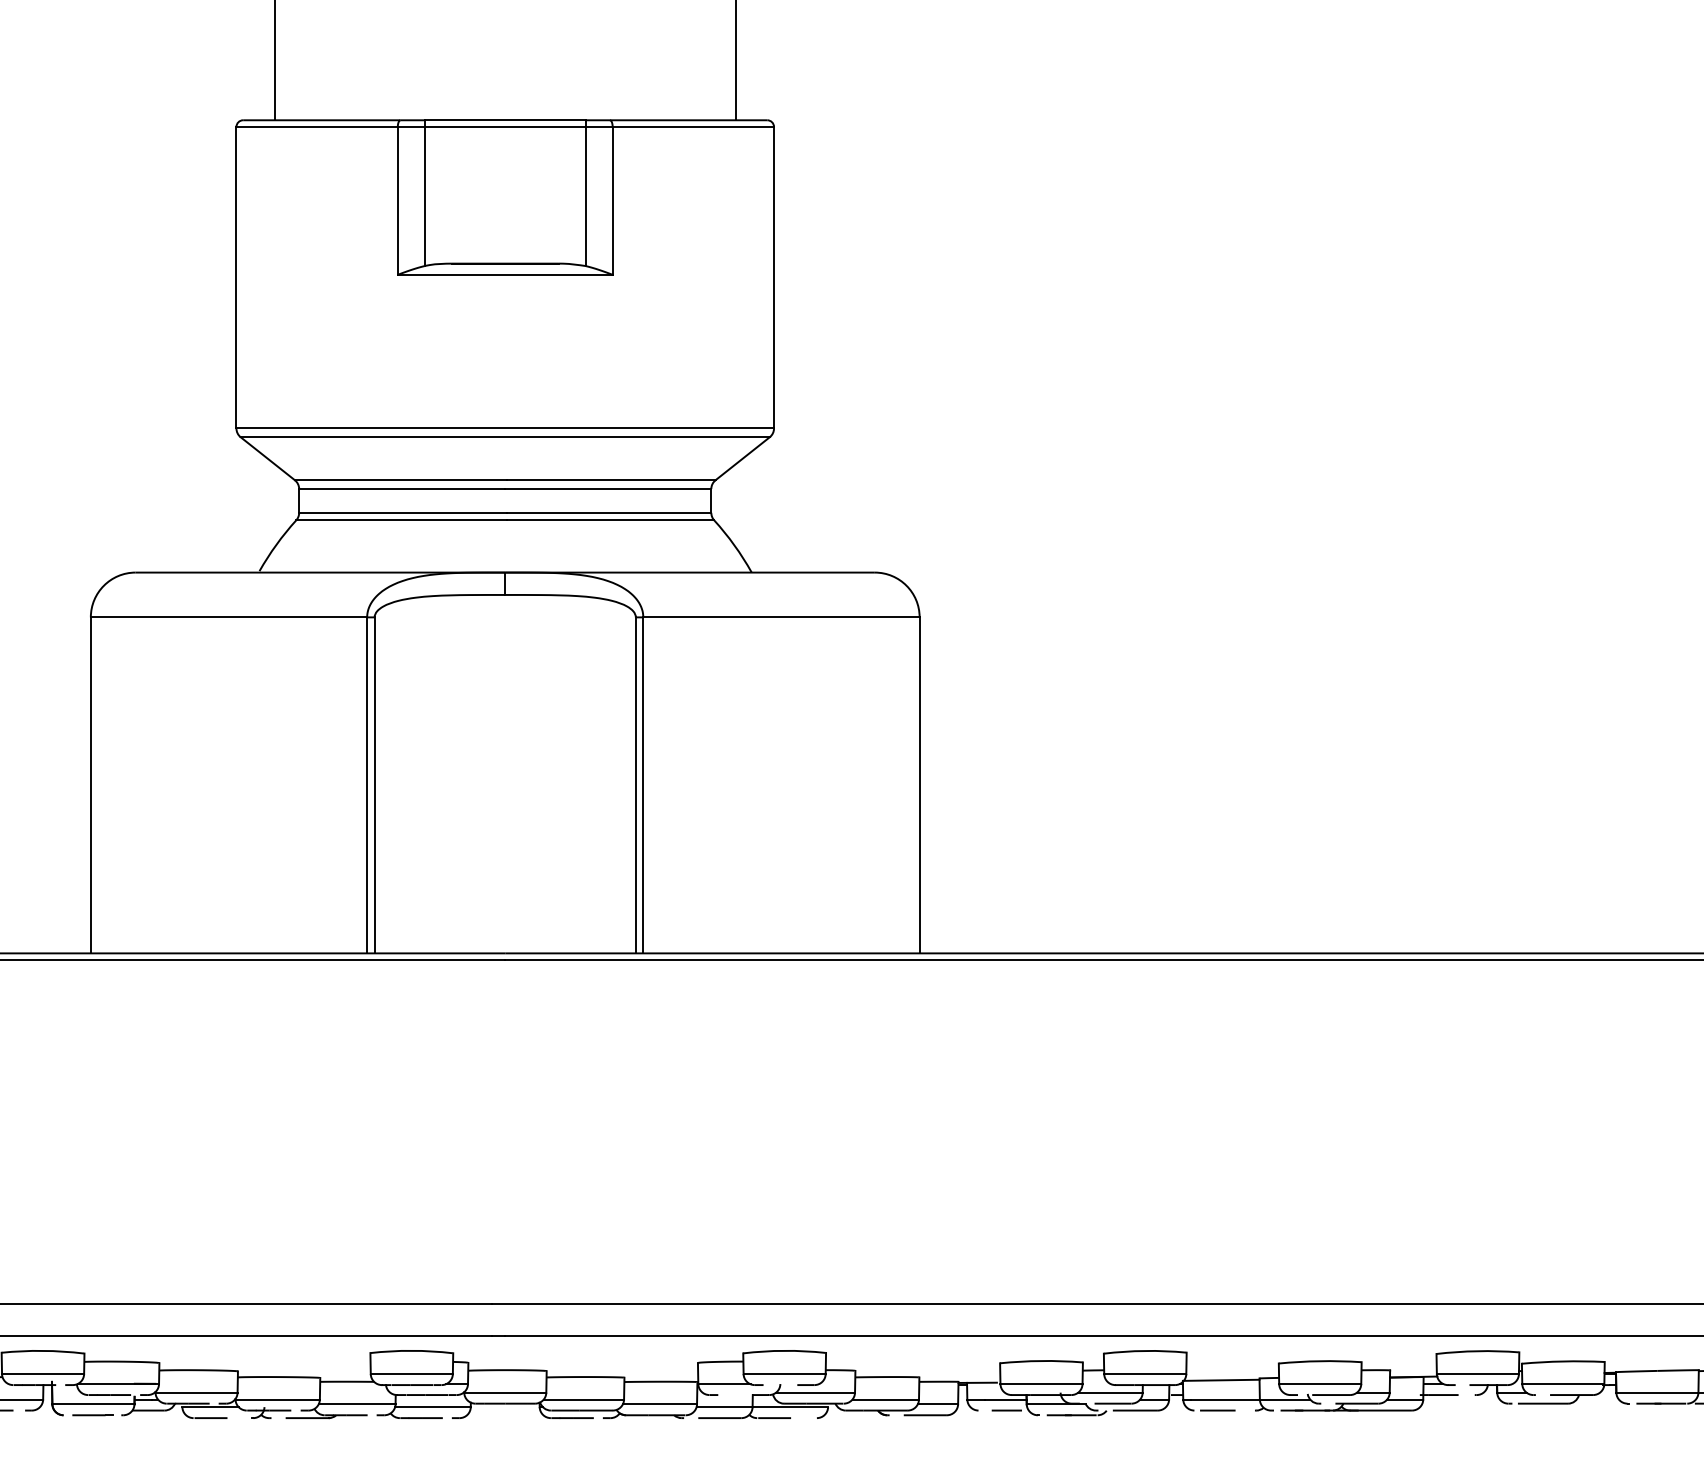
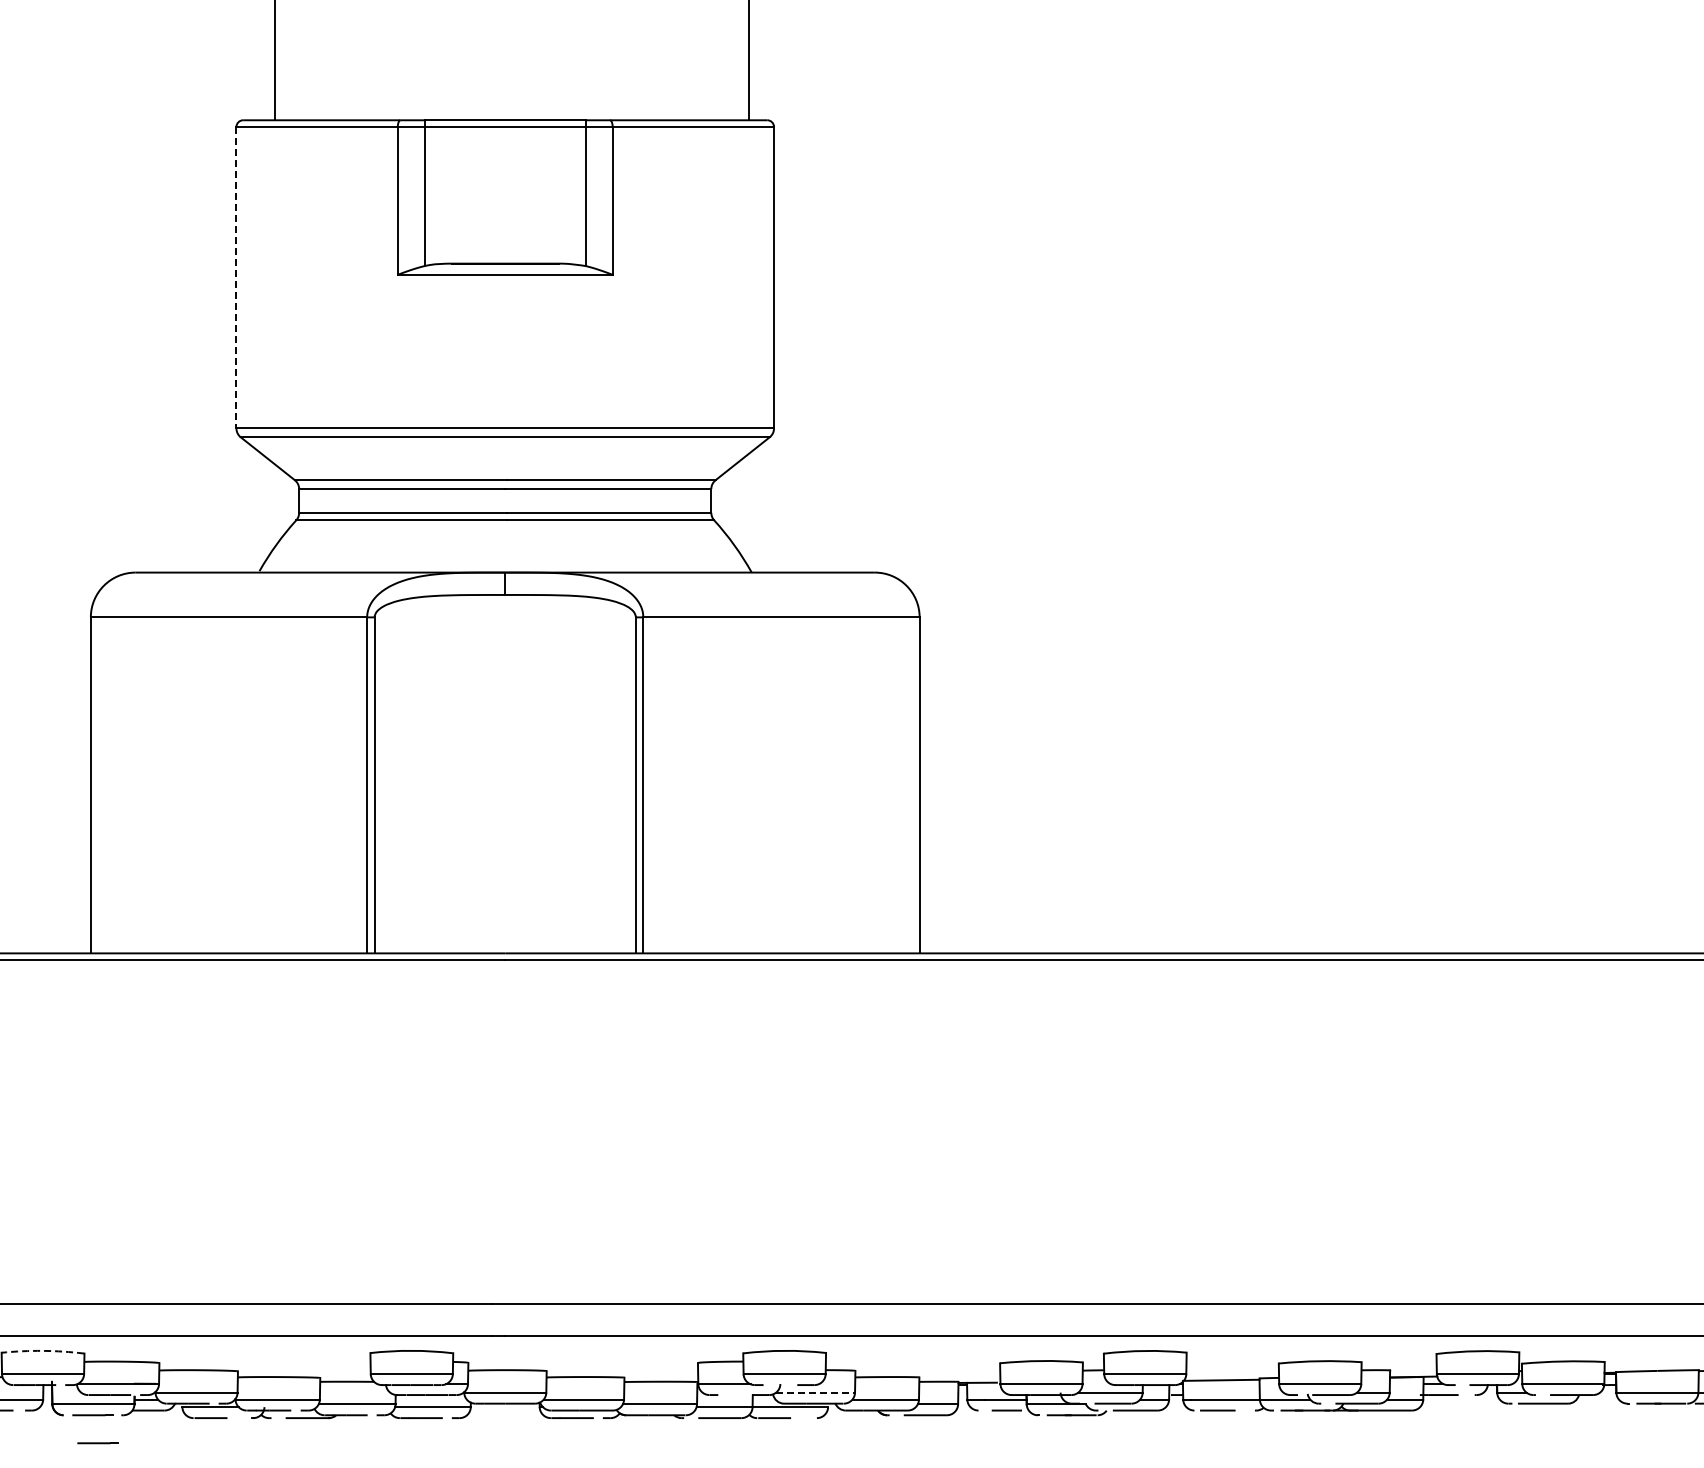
line at (735, 61) position: (735, 61) -> (748, 61)
line at (236, 277): solid -> dashed
arc at (42, 1350): solid -> dashed
line at (816, 1392): solid -> dashed
line at (97, 1443): none -> present
